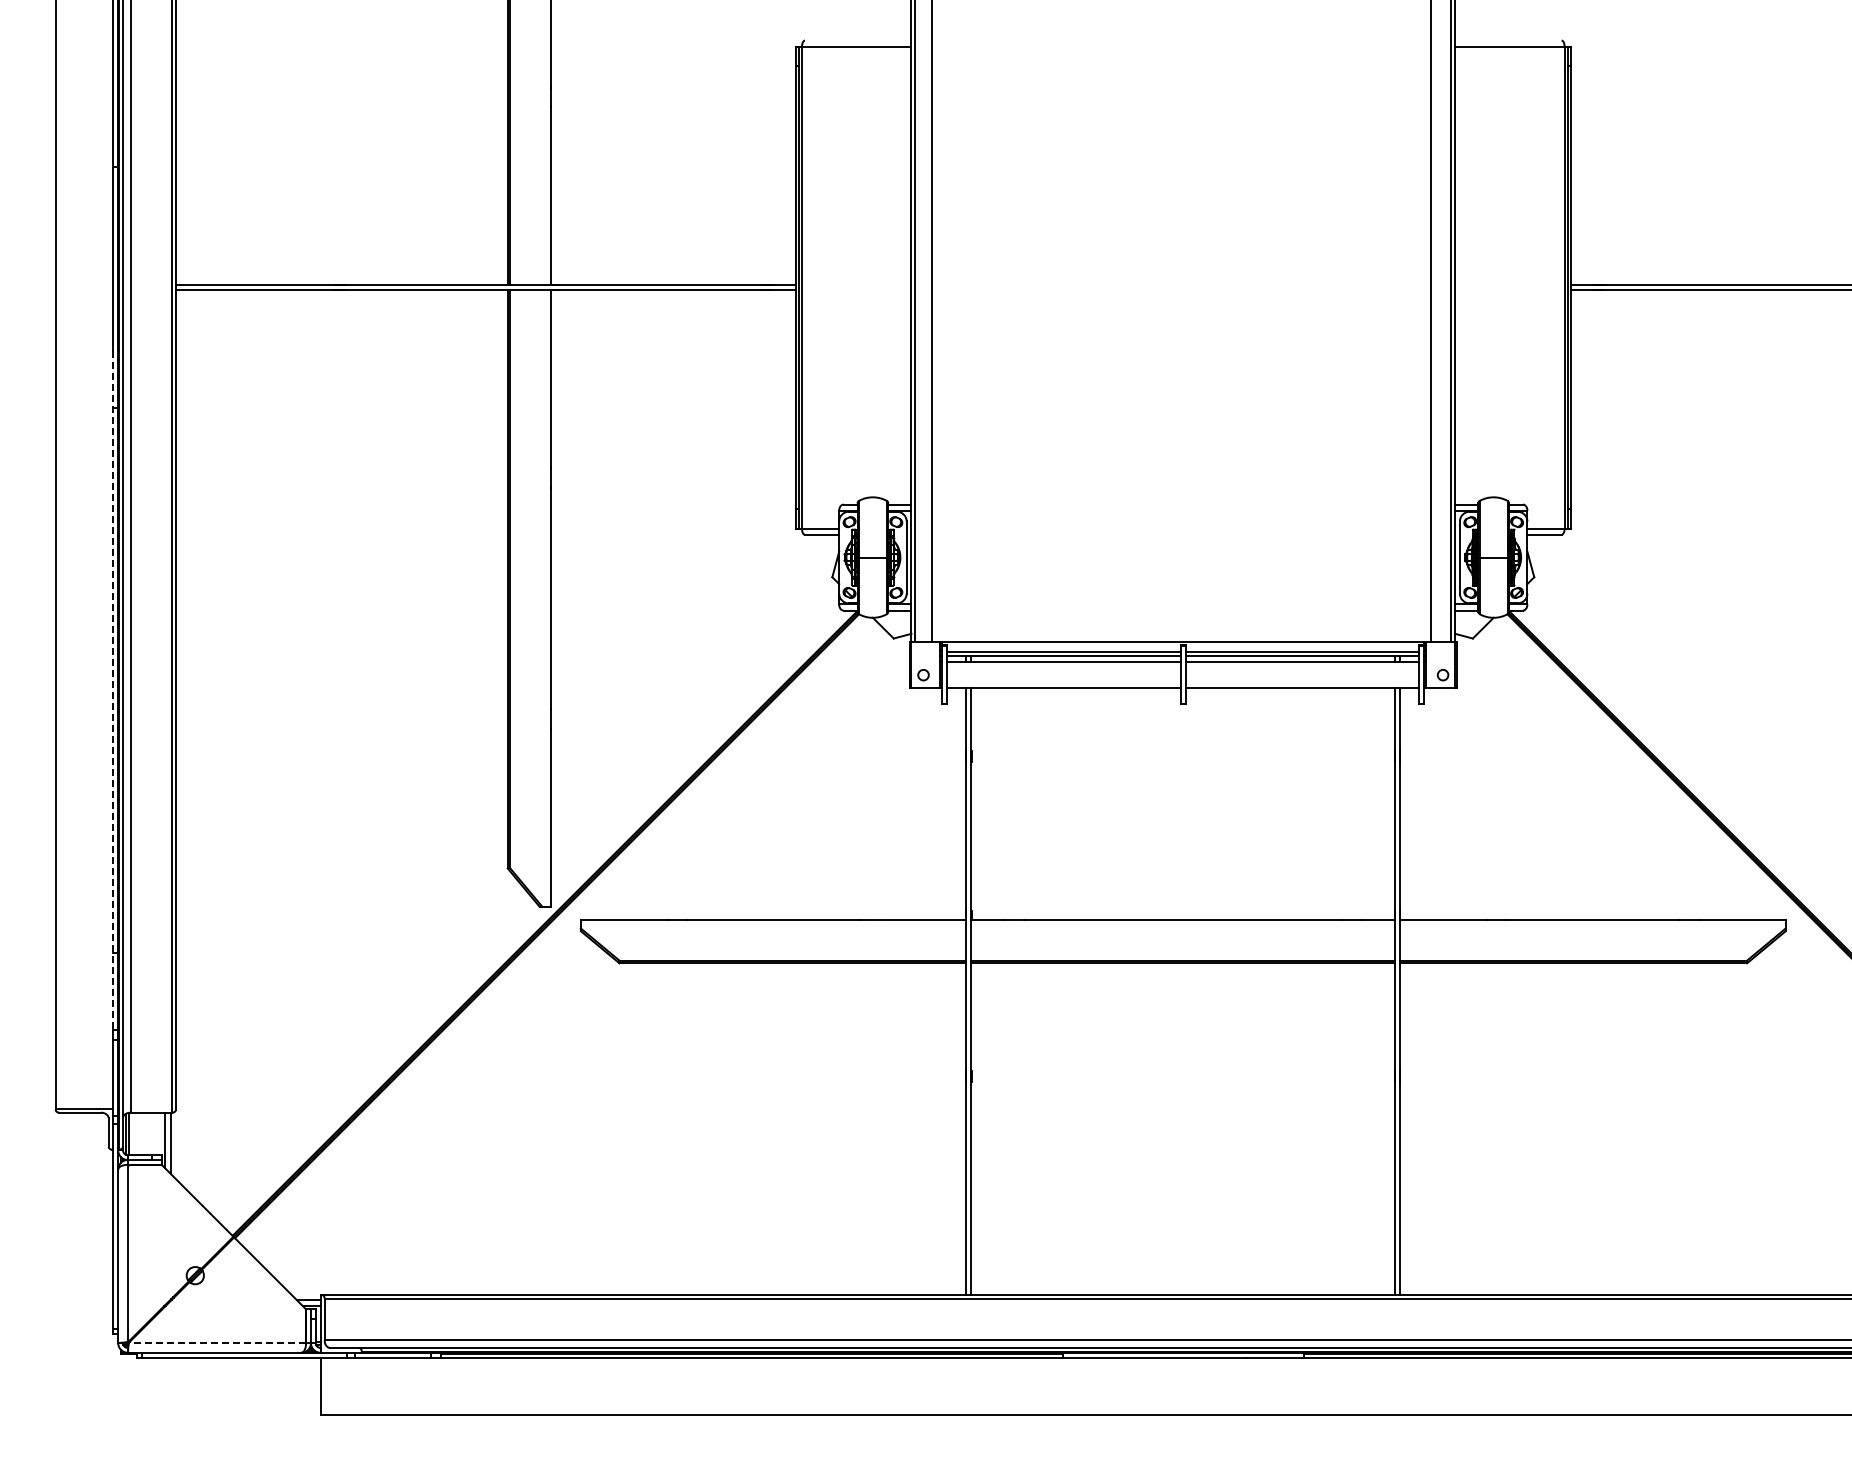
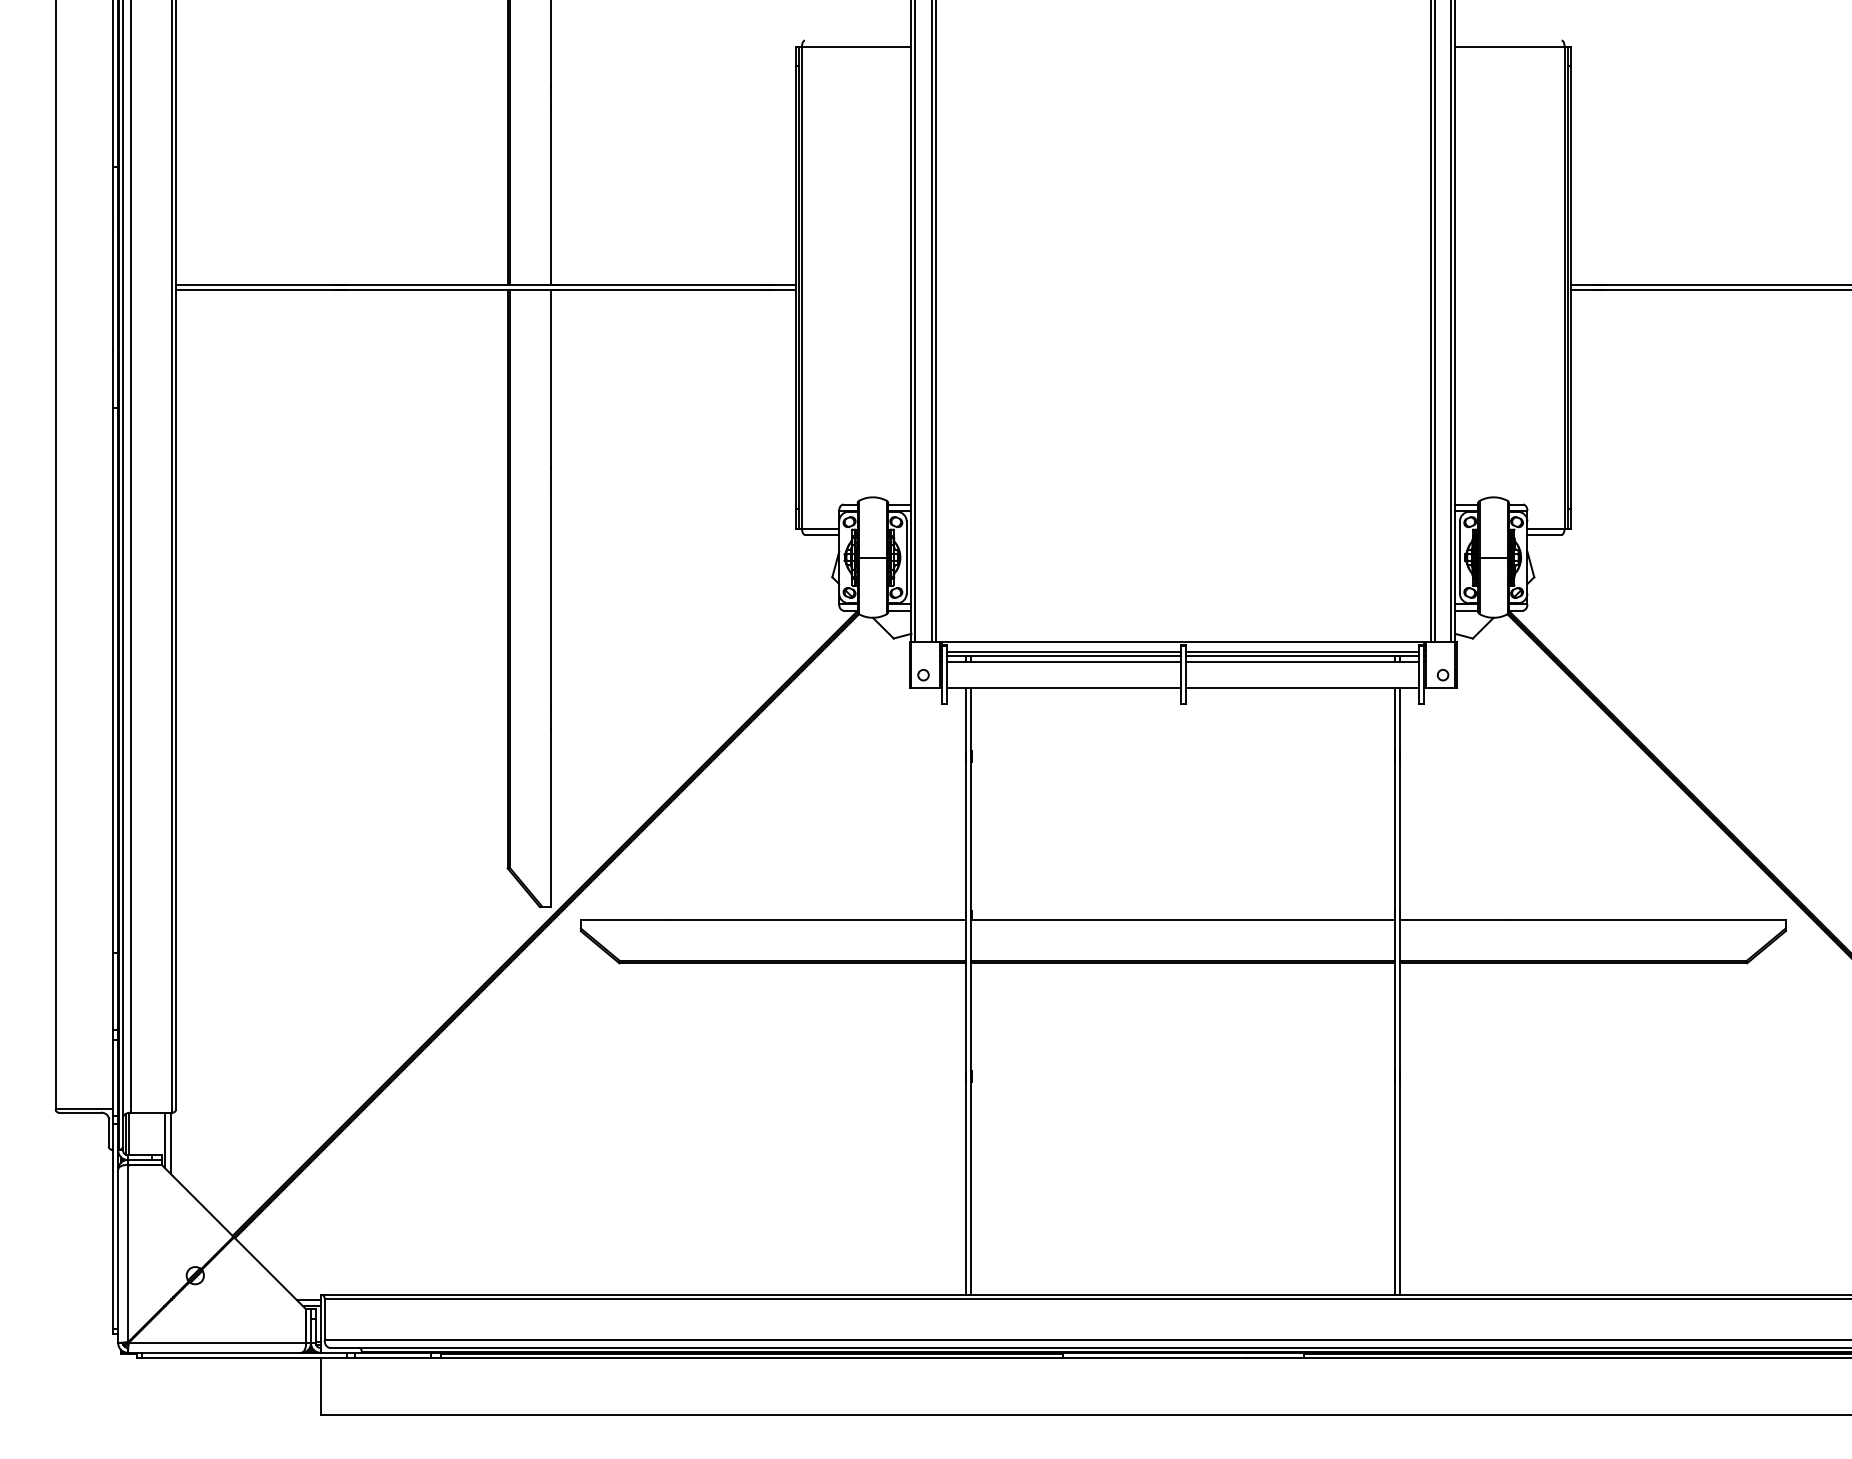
line at (935, 322): none -> present
line at (1434, 322): none -> present
line at (113, 691): dashed -> solid
line at (217, 1343): dashed -> solid
